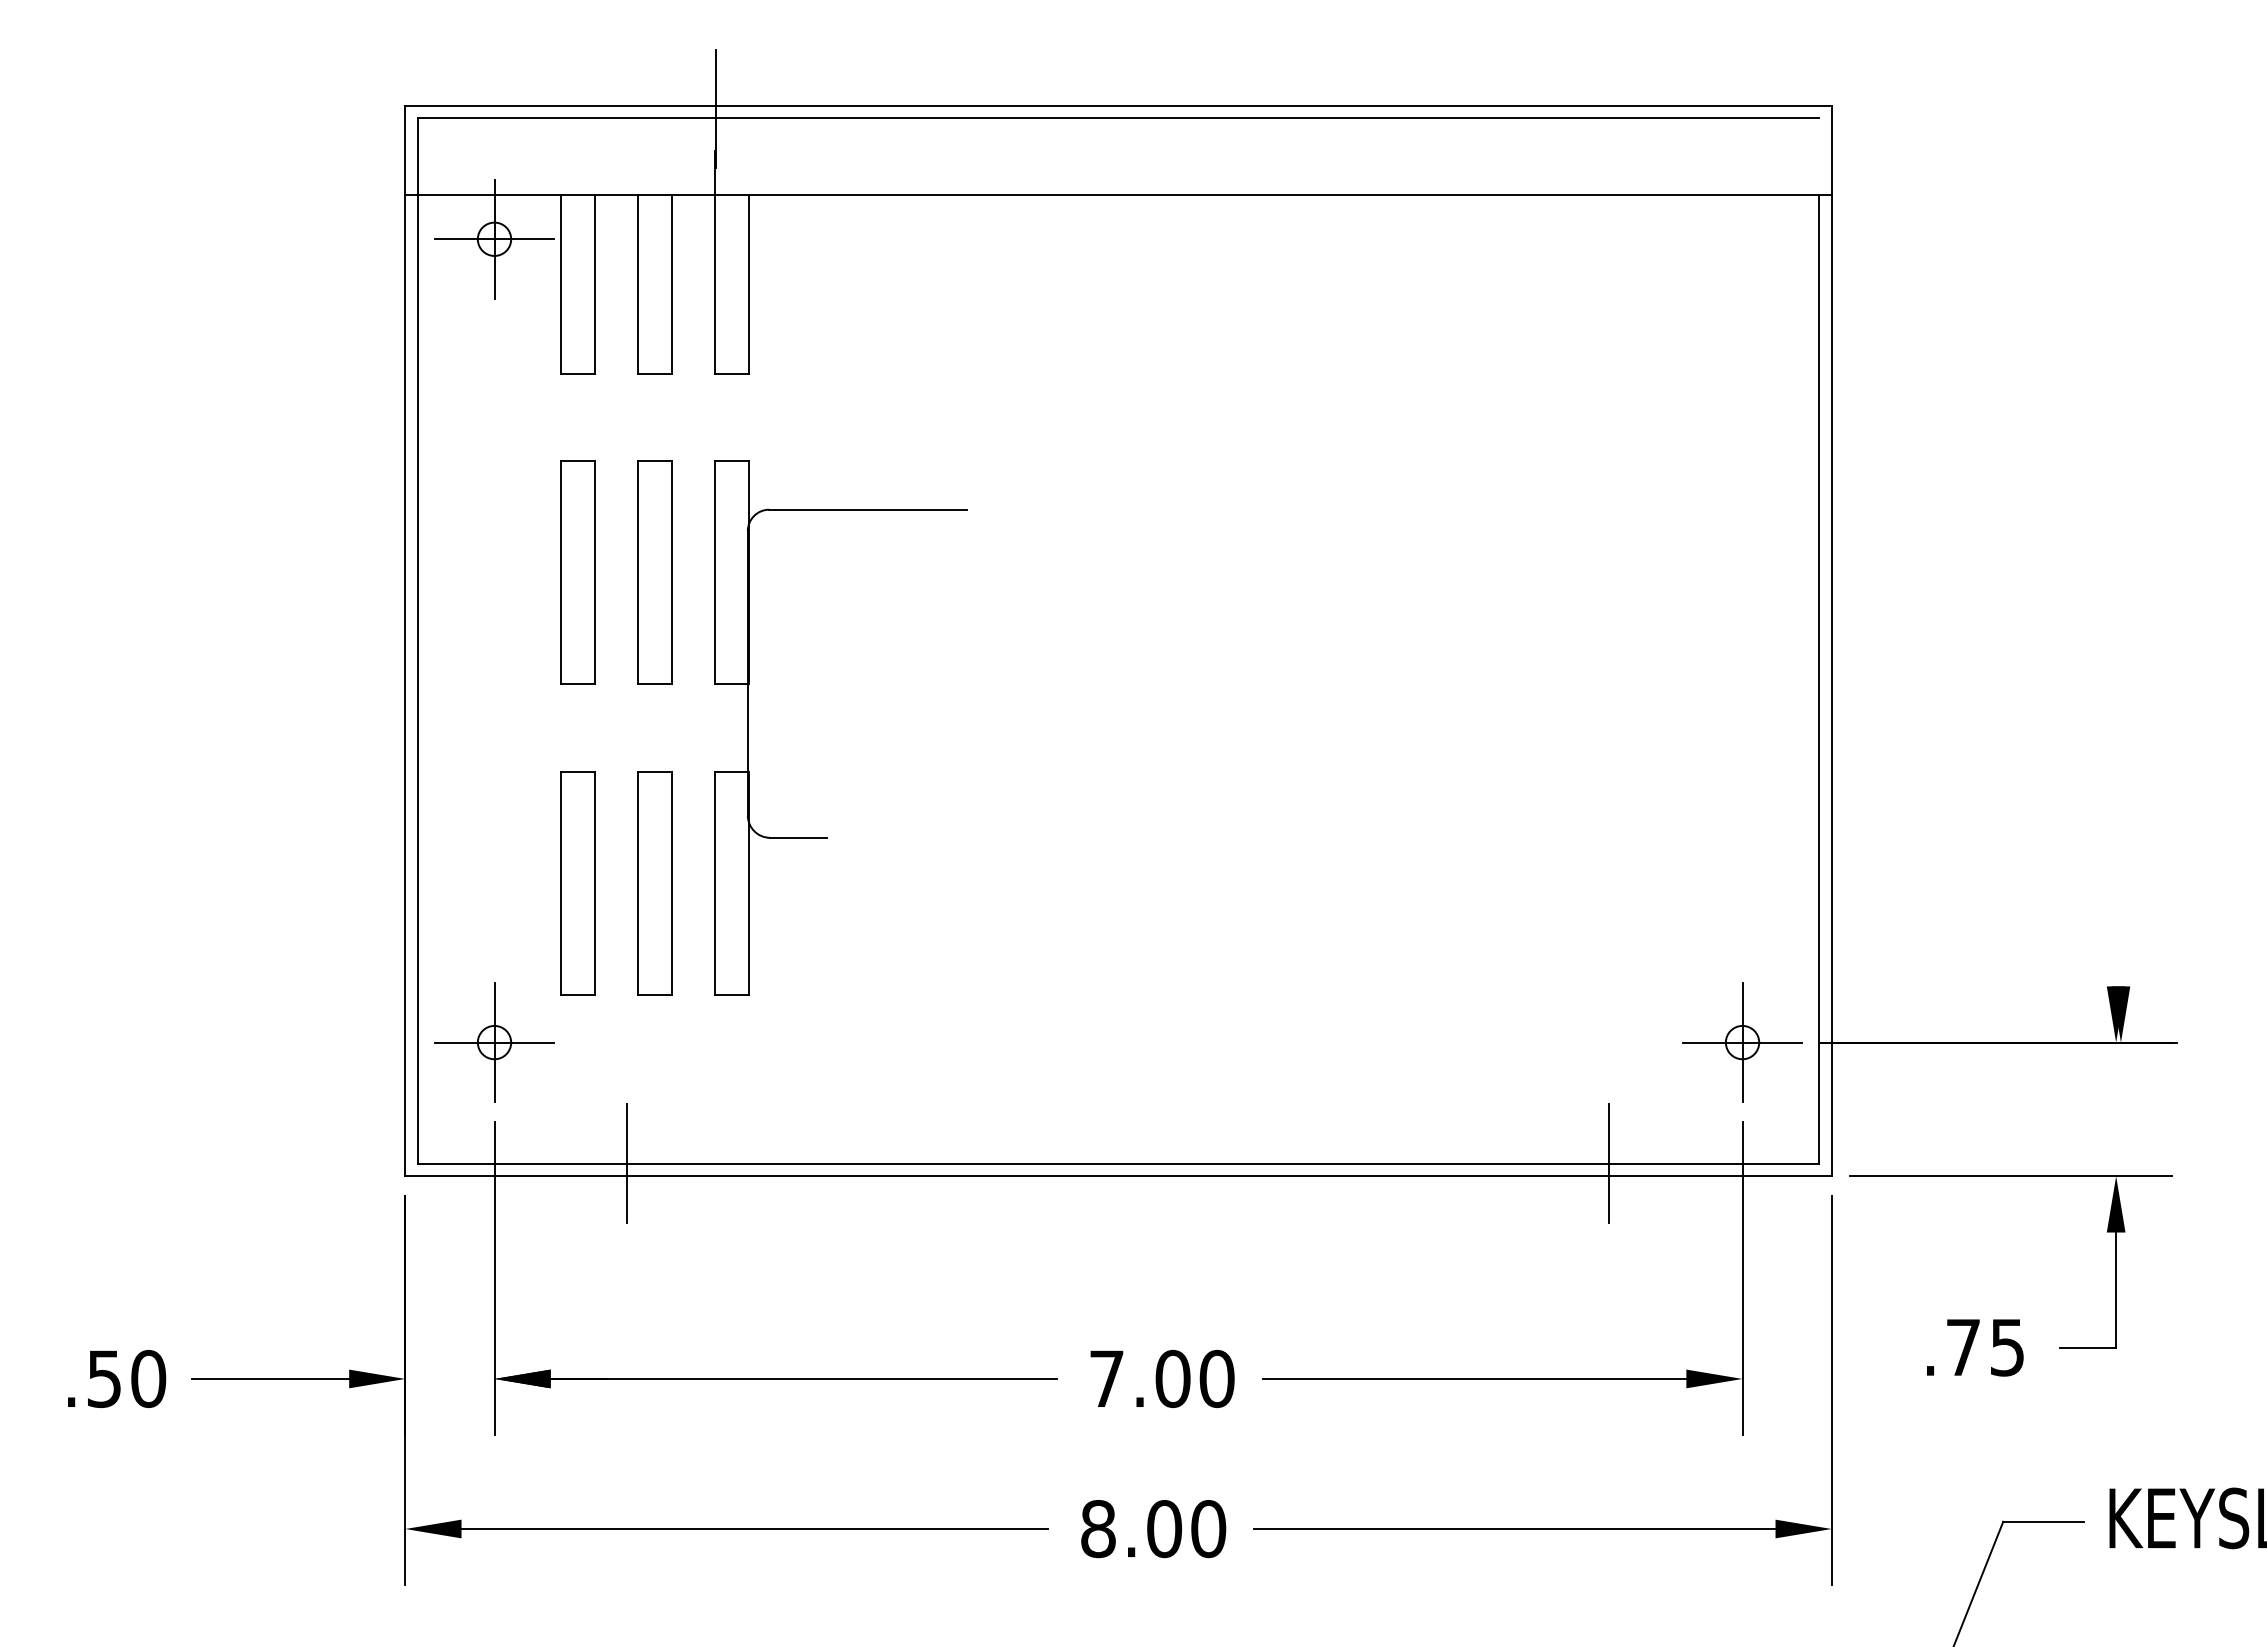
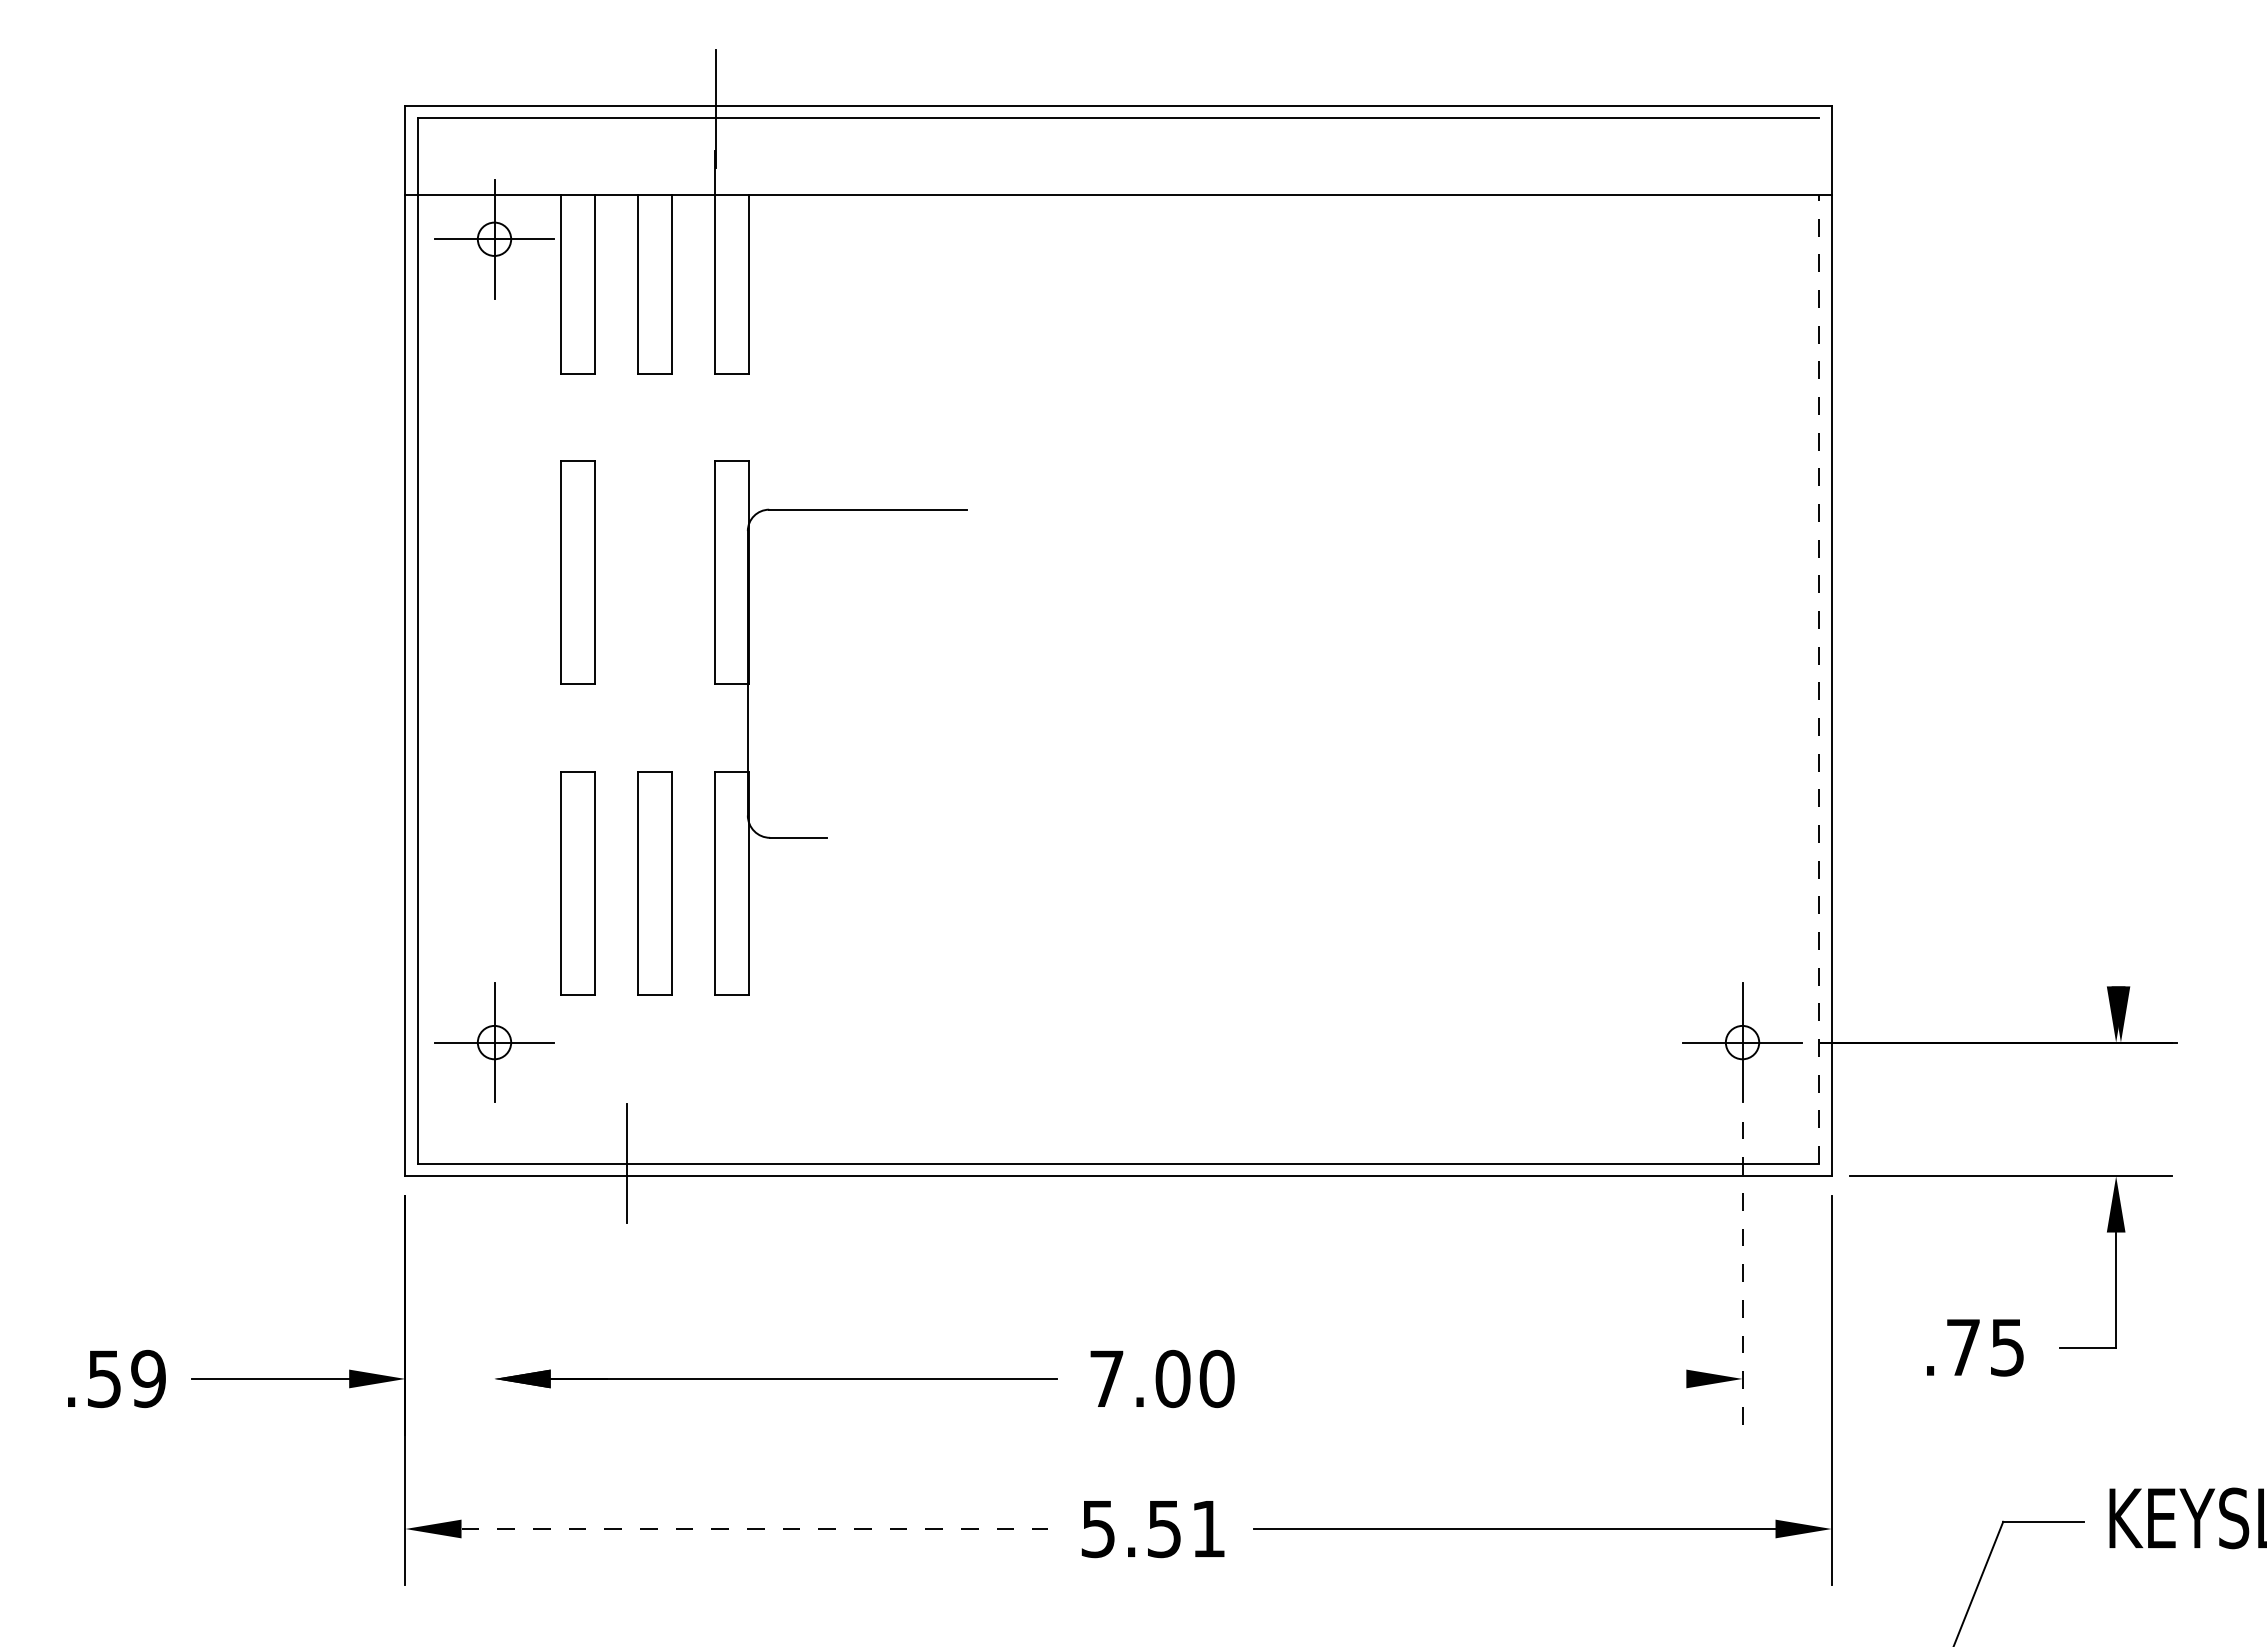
part at (654, 572): present -> none
line at (1819, 679): solid -> dashed
line at (1608, 1163): present -> none
line at (494, 1278): present -> none
line at (1742, 1278): solid -> dashed
line at (1474, 1378): present -> none
text at (148, 1379): .50 -> .59
line at (755, 1529): solid -> dashed
text at (1153, 1529): 8.00 -> 5.51
